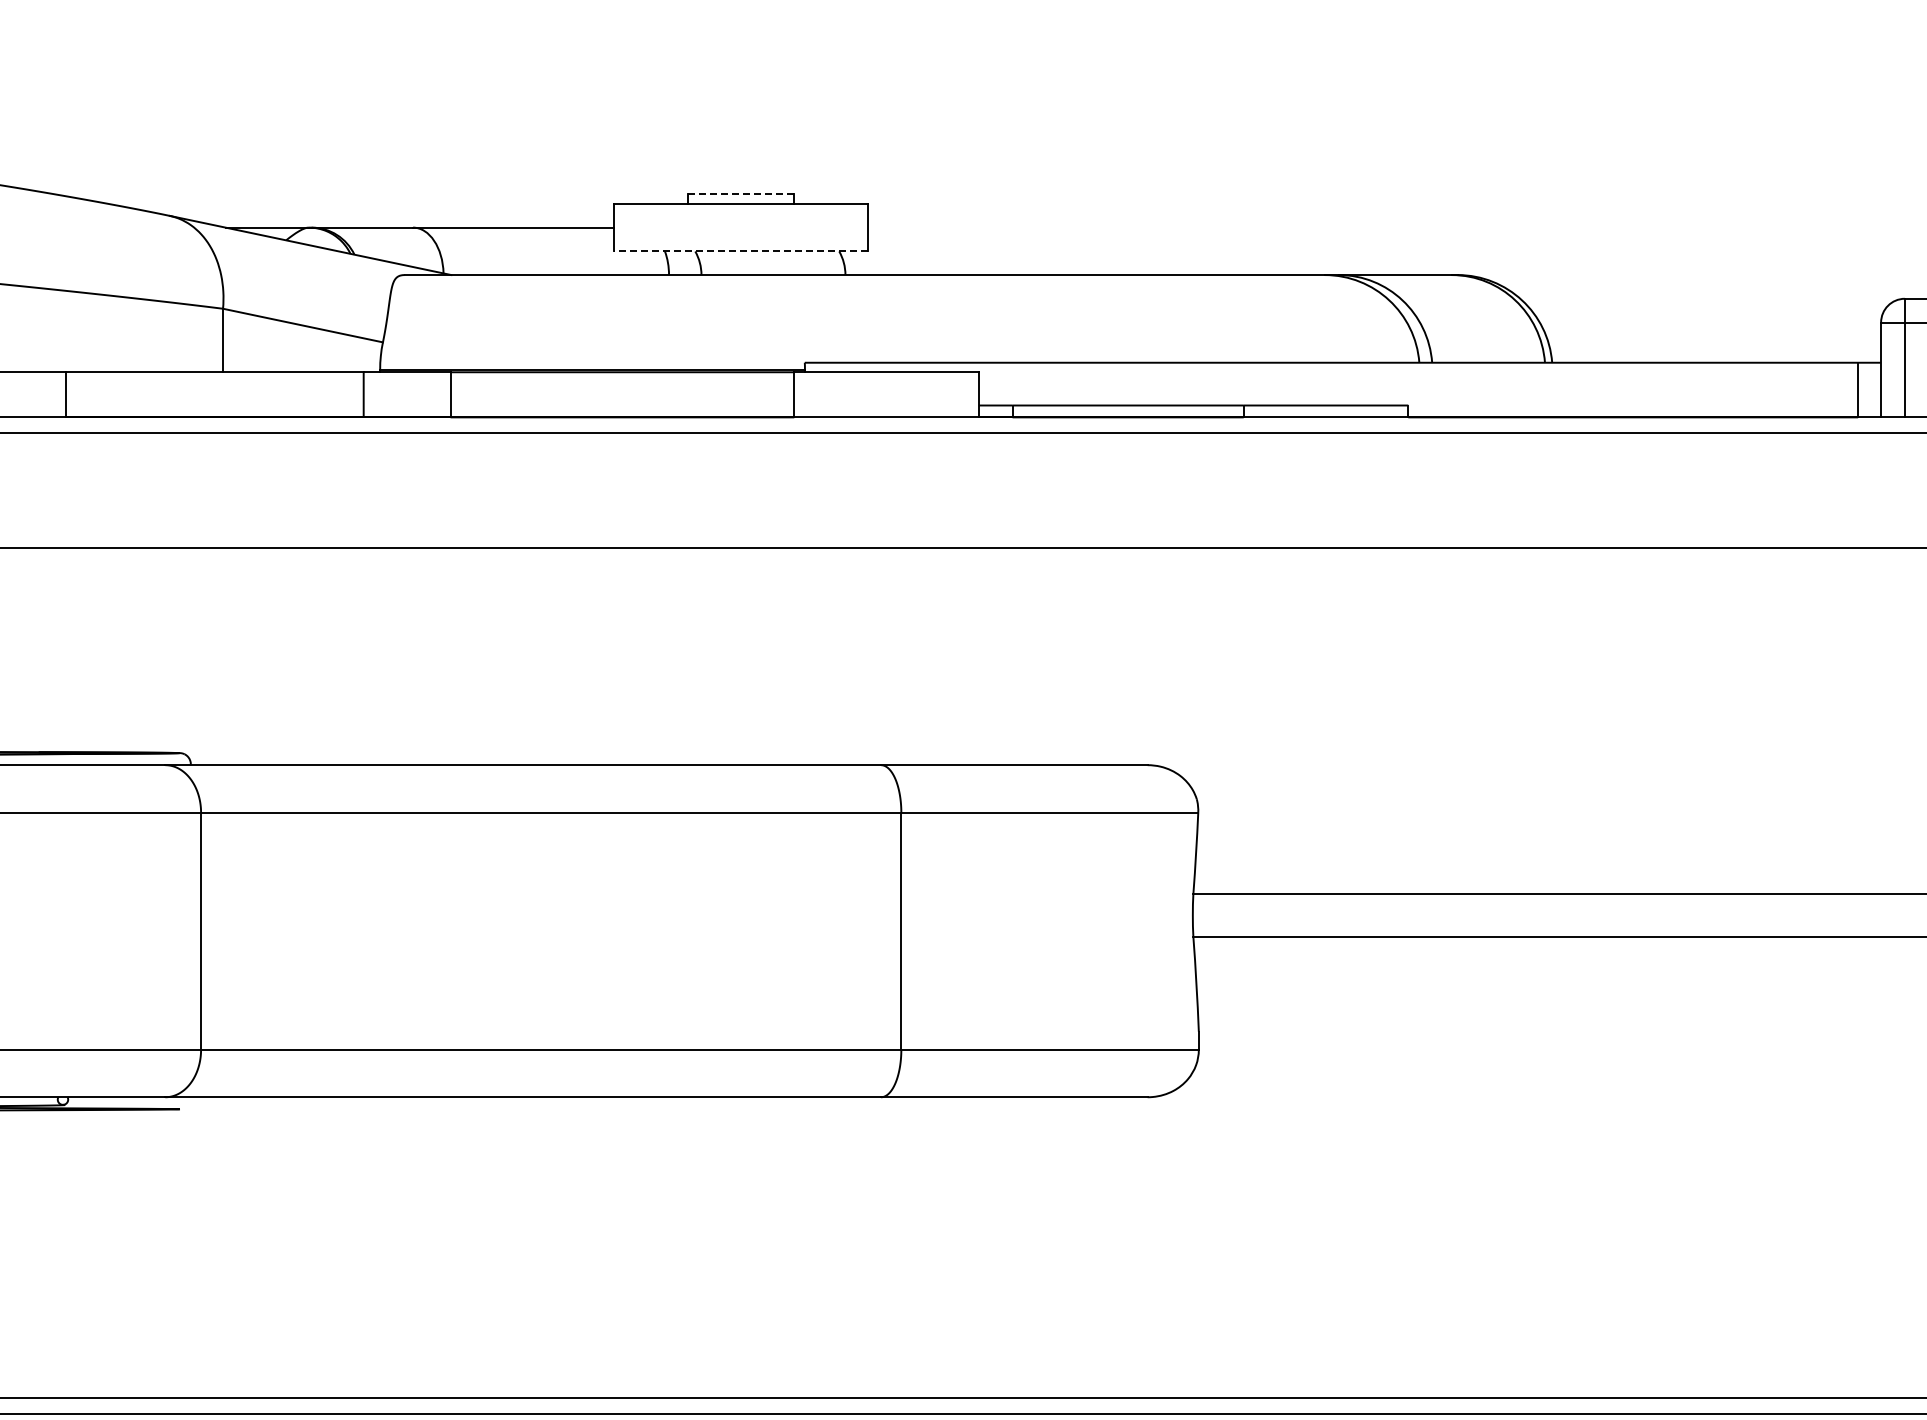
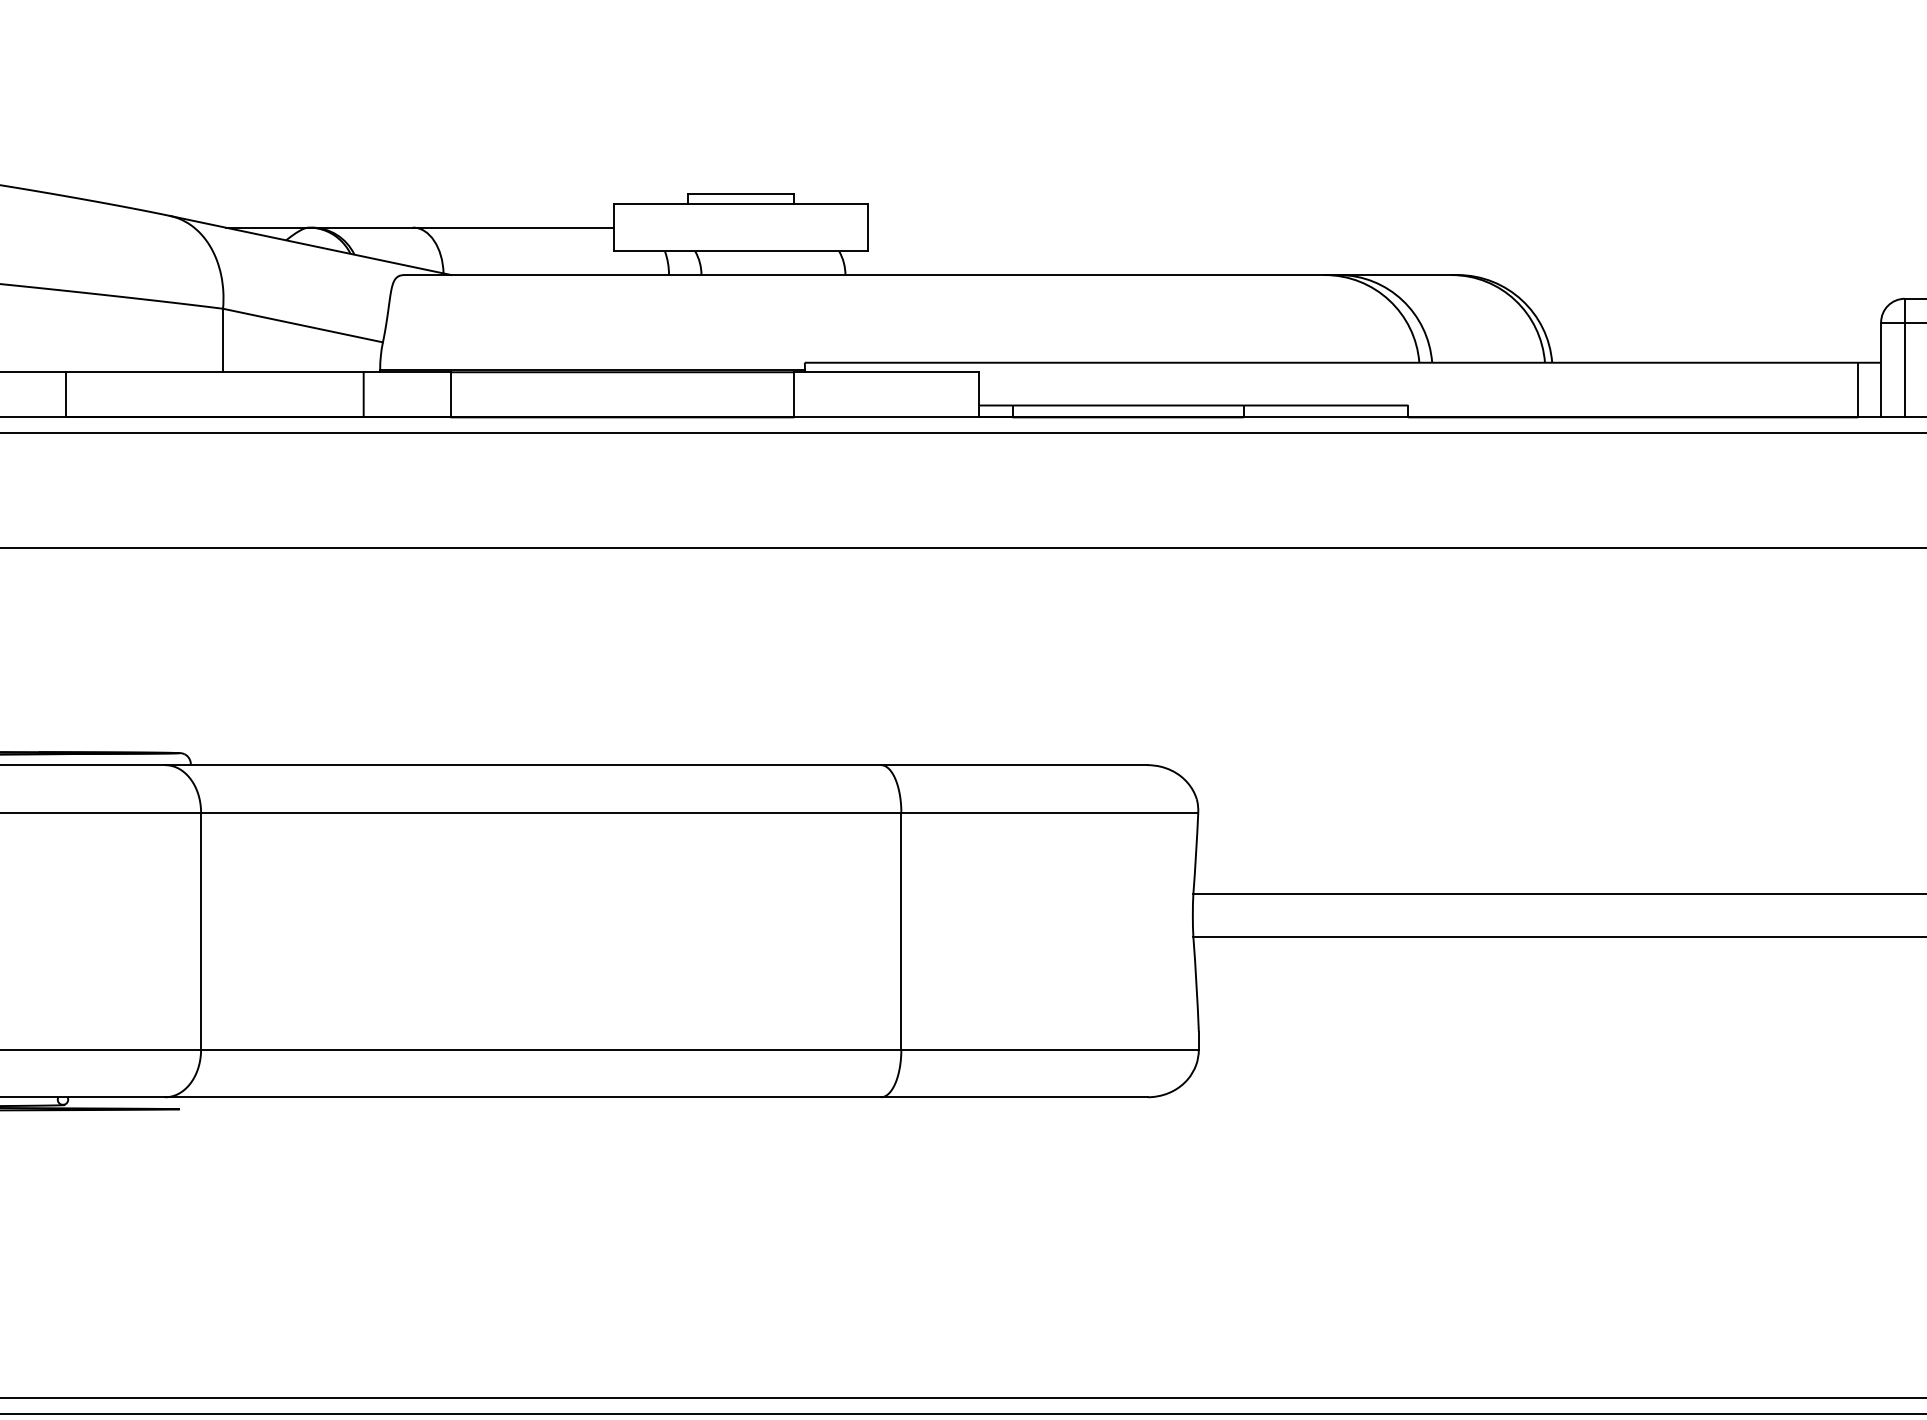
line at (741, 194): dashed -> solid
line at (741, 251): dashed -> solid
